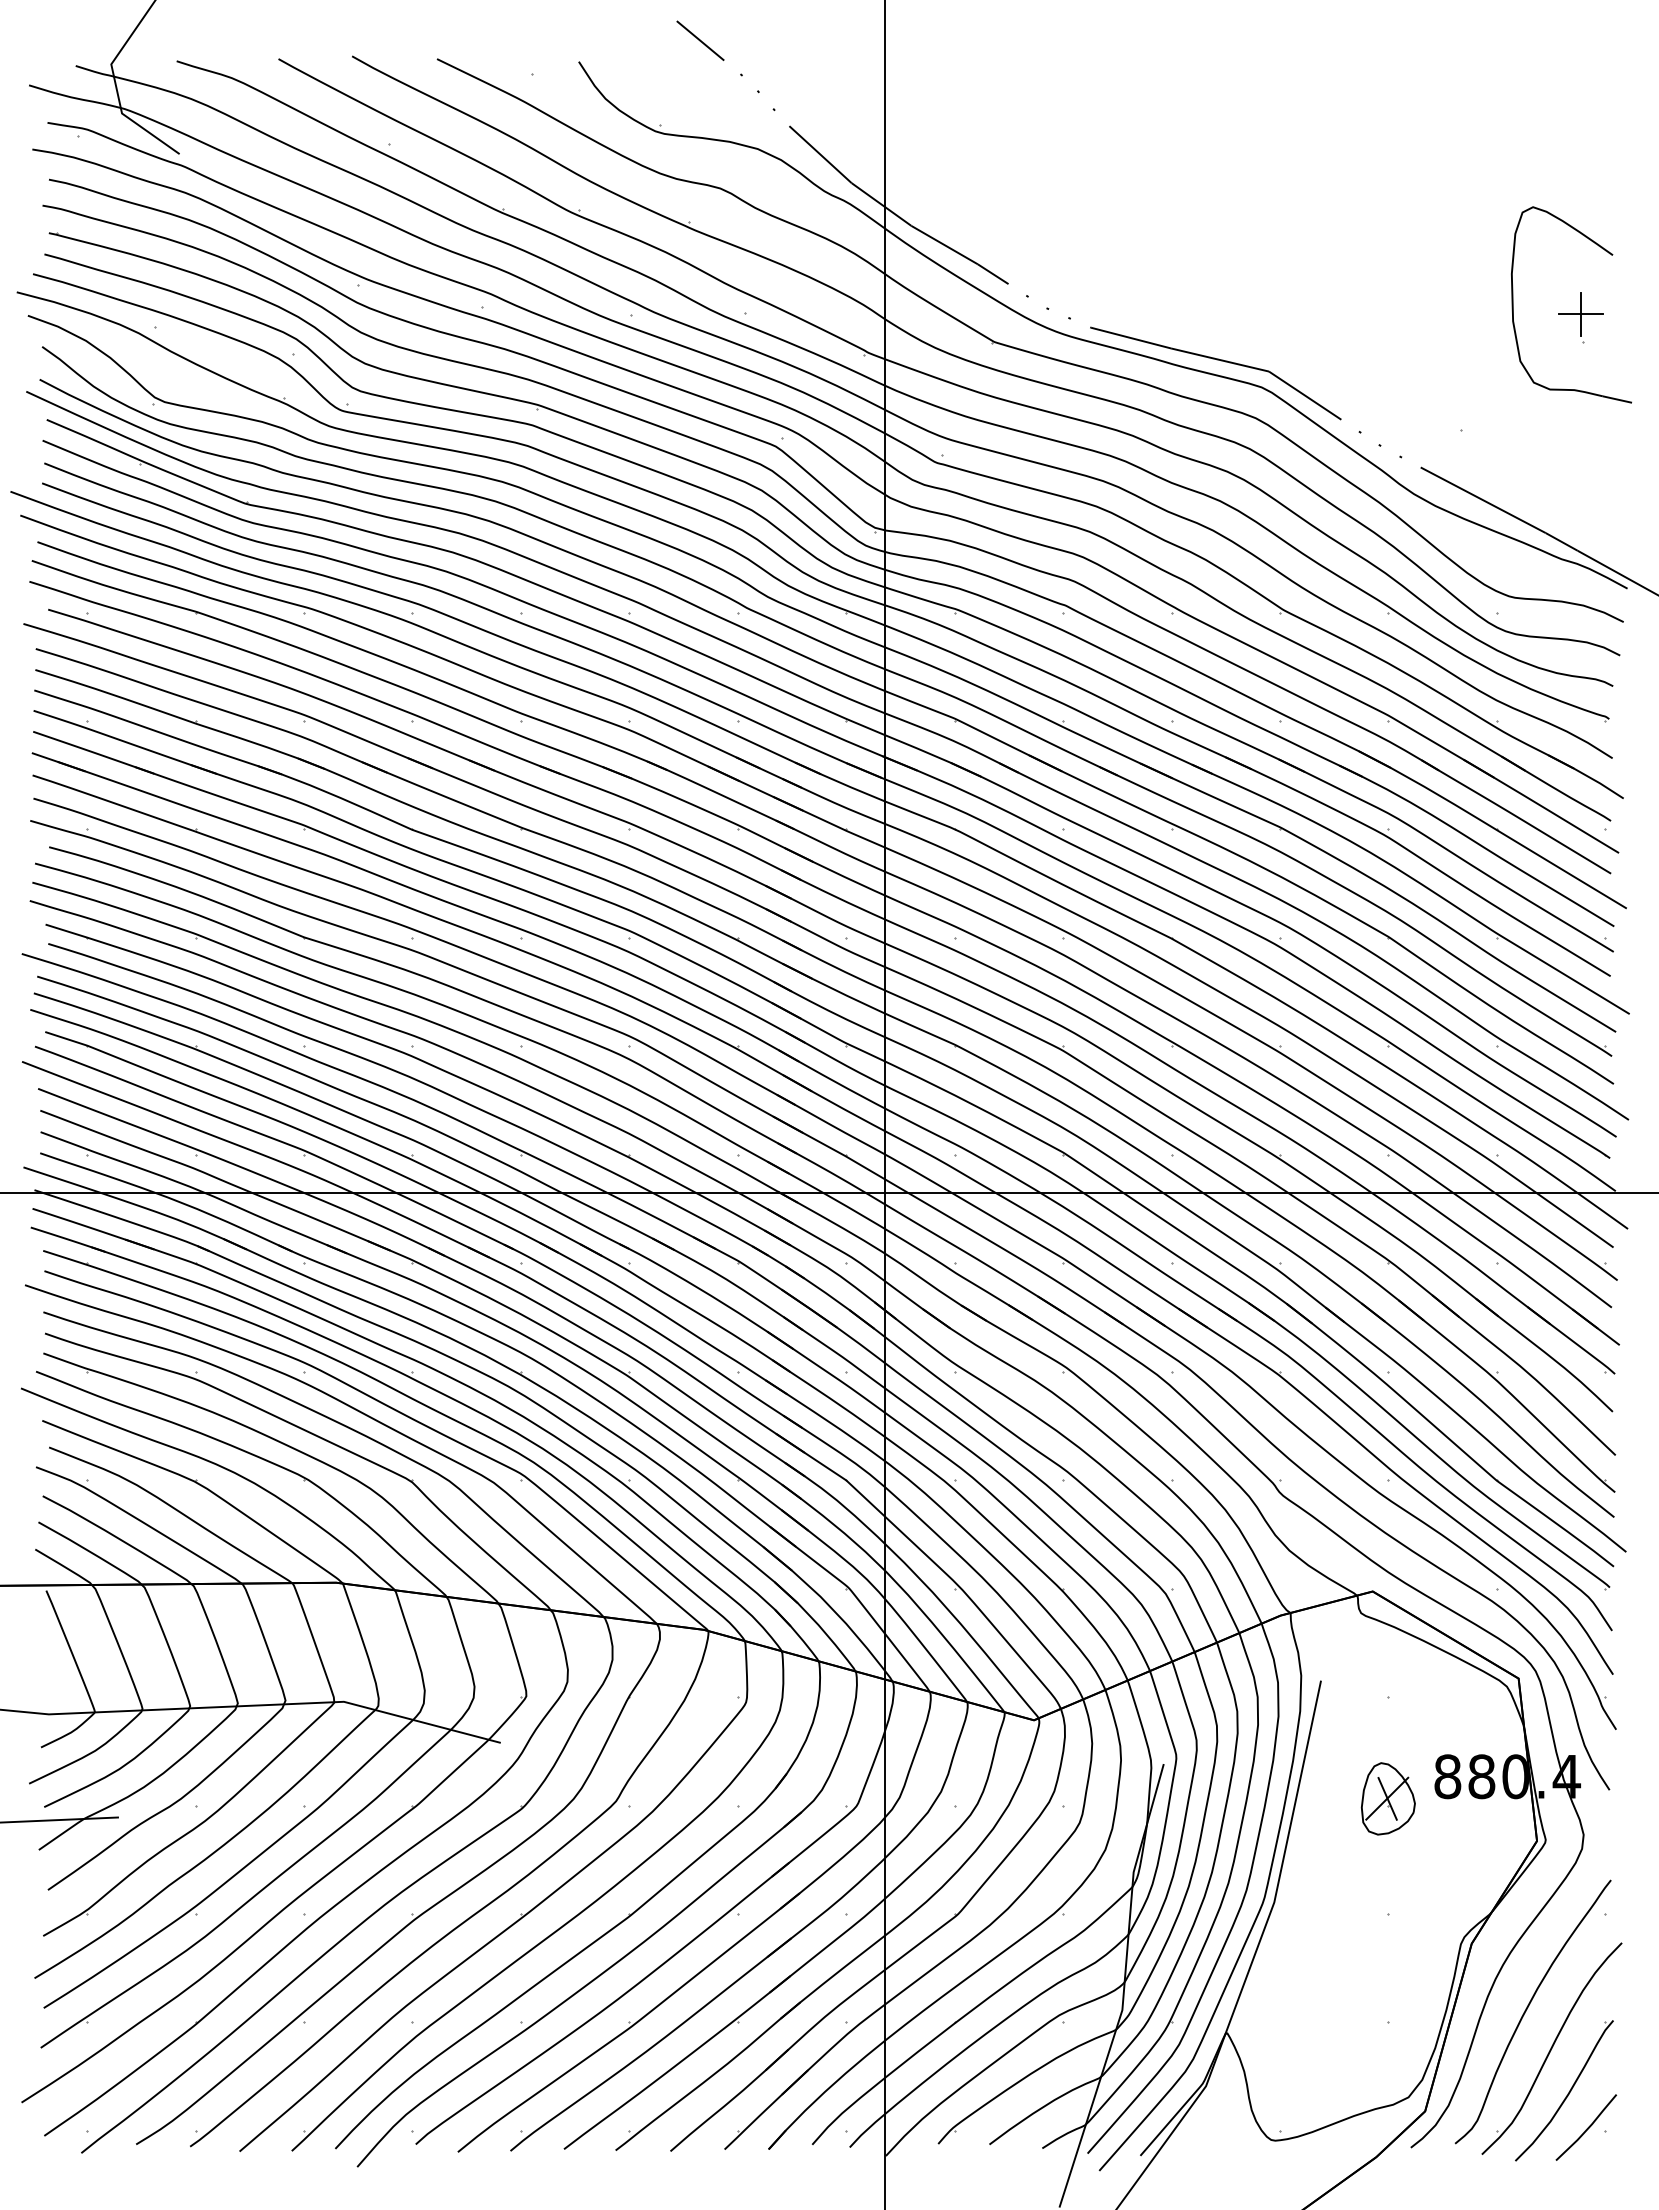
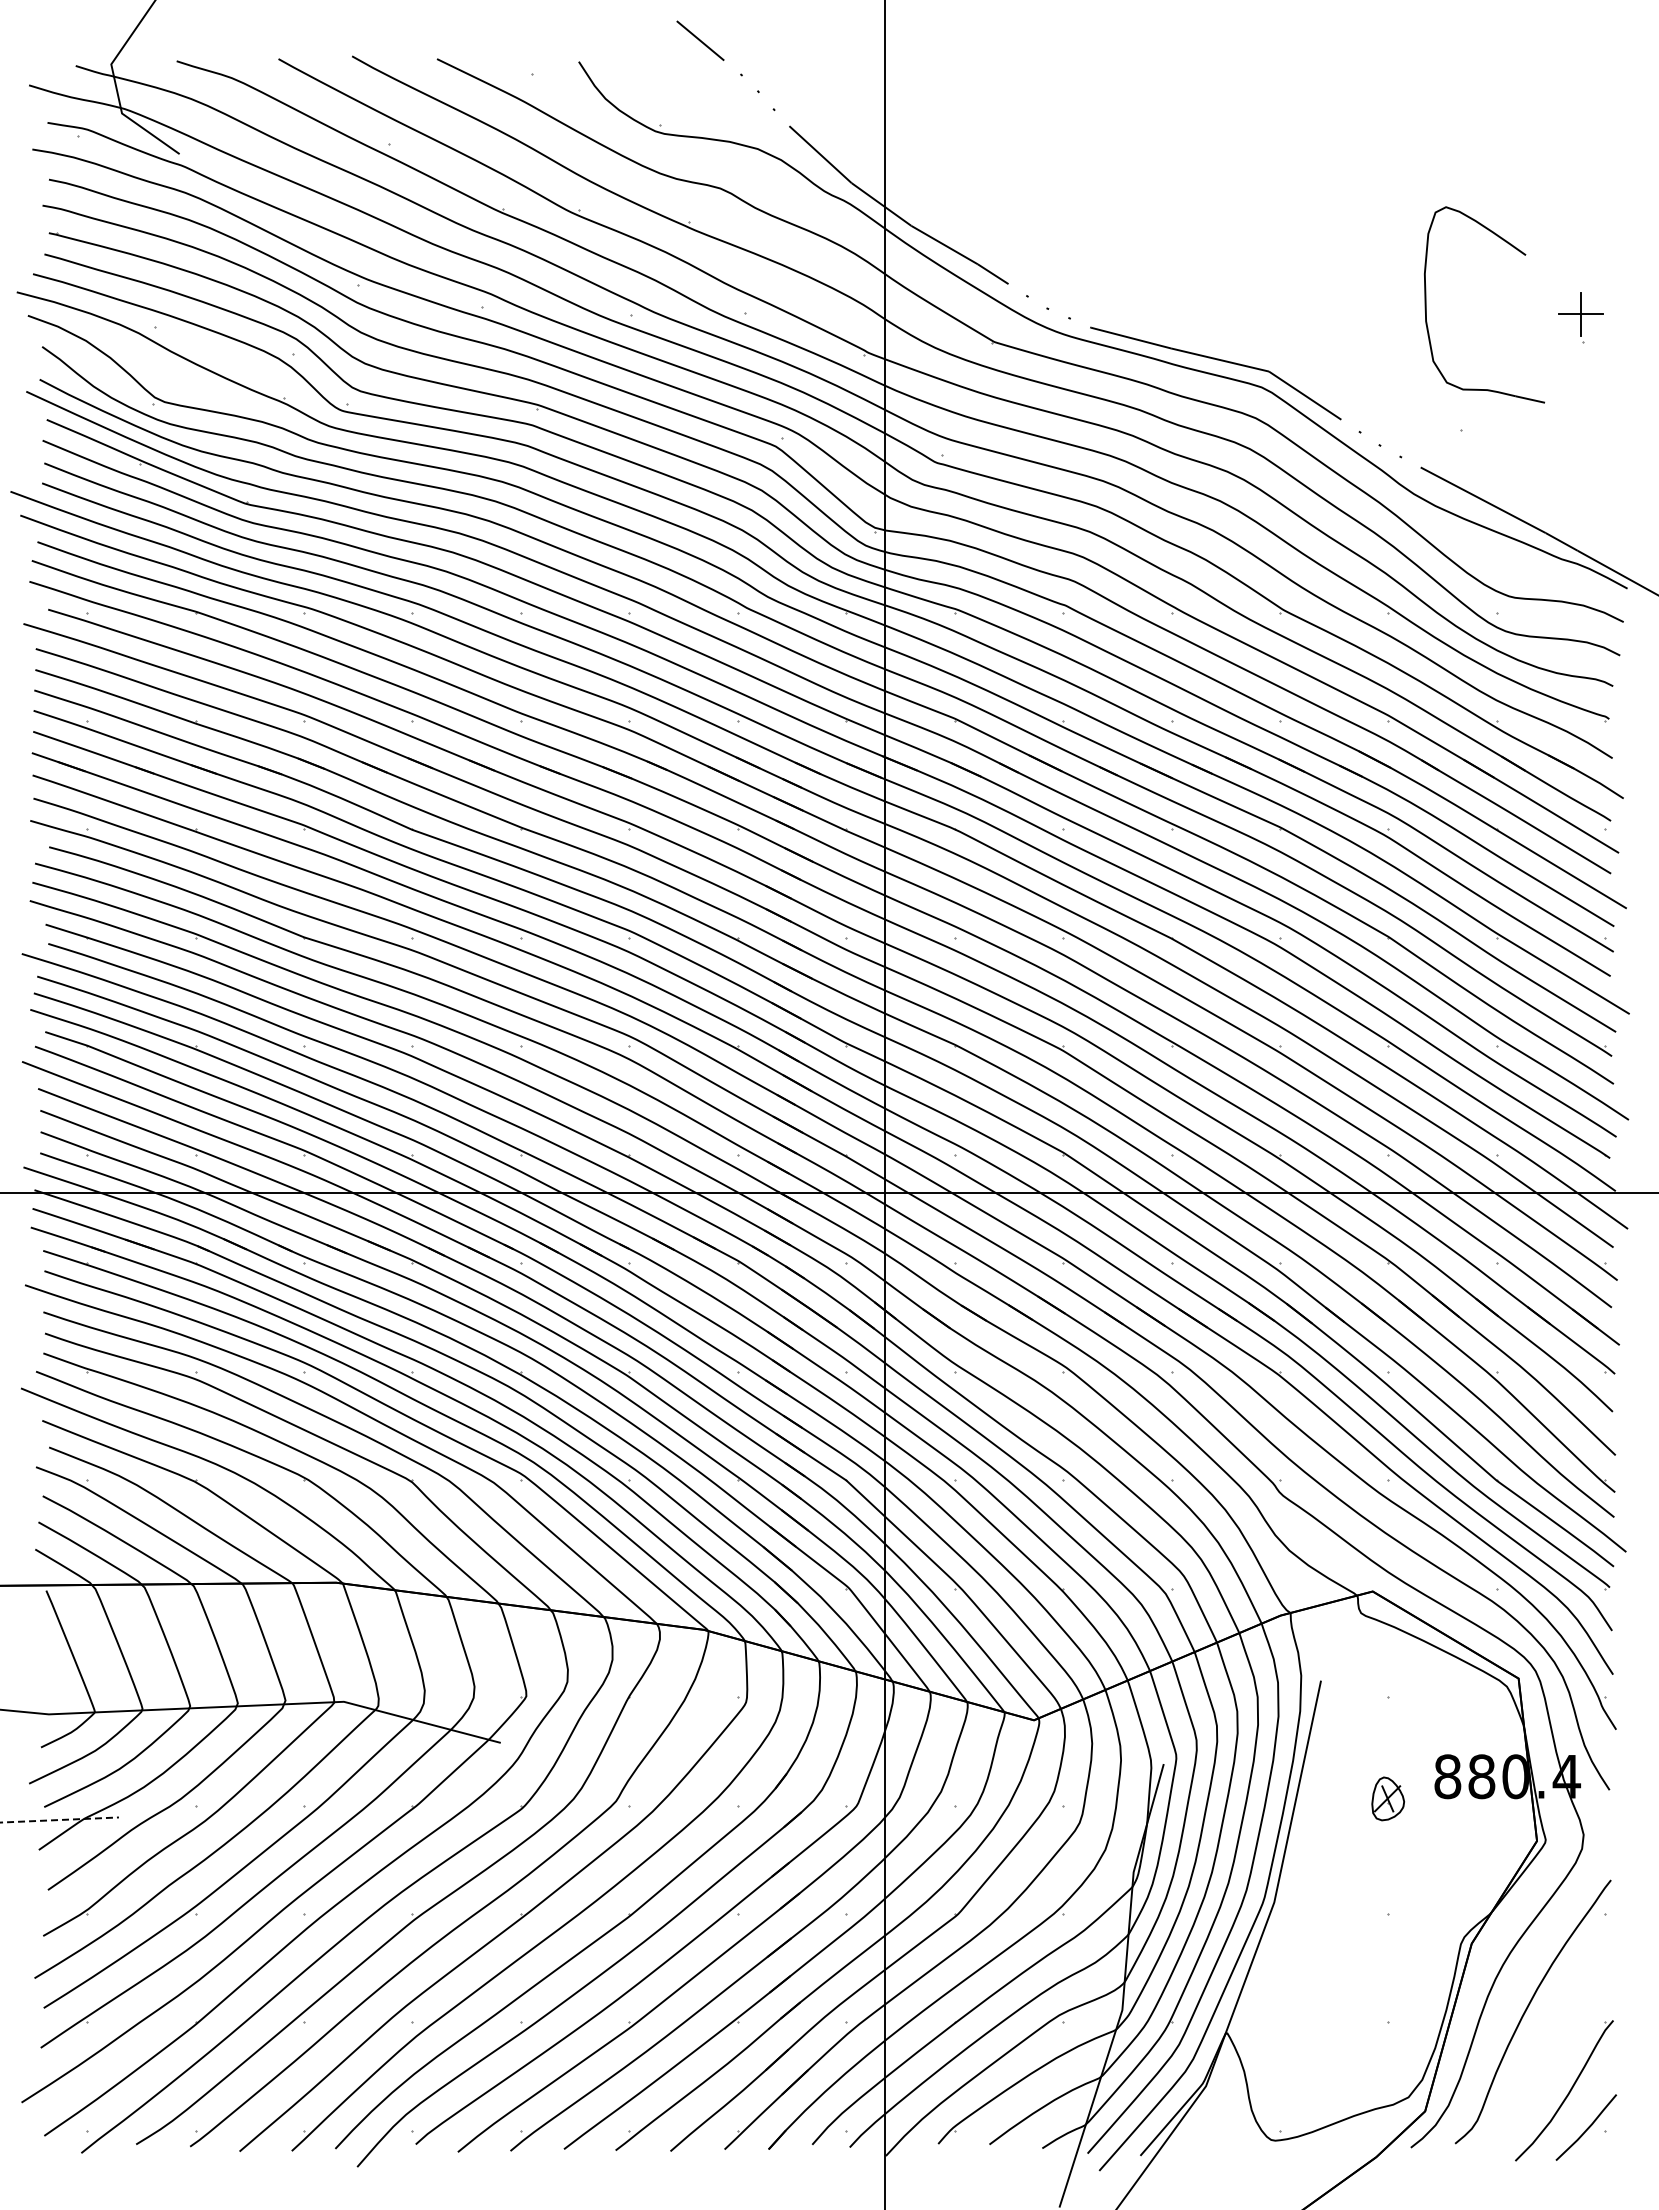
part at (1513, 304) position: (1513, 304) -> (1426, 304)
part at (1387, 1798) size: 56x74 px -> 34x46 px
line at (60, 1819): solid -> dashed
part at (1551, 2048): present -> none
